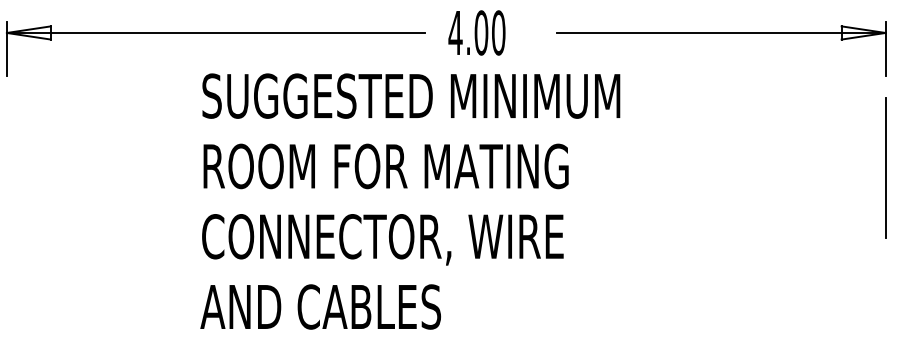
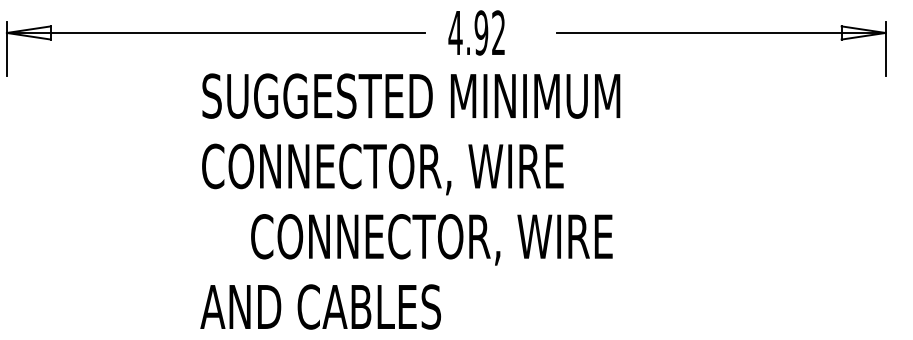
text at (489, 32): 4.00 -> 4.92
line at (885, 167): present -> none
text at (385, 169): ROOM FOR MATING -> CONNECTOR, WIRE
text at (382, 239) position: (382, 239) -> (431, 239)
